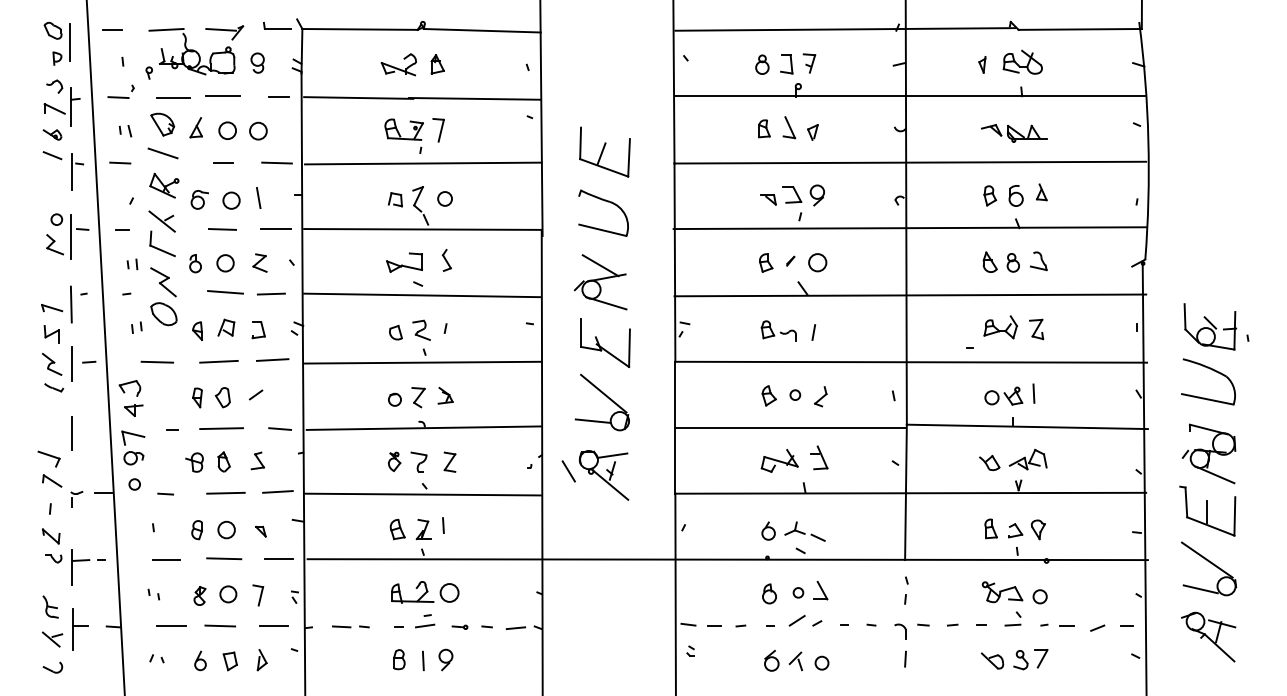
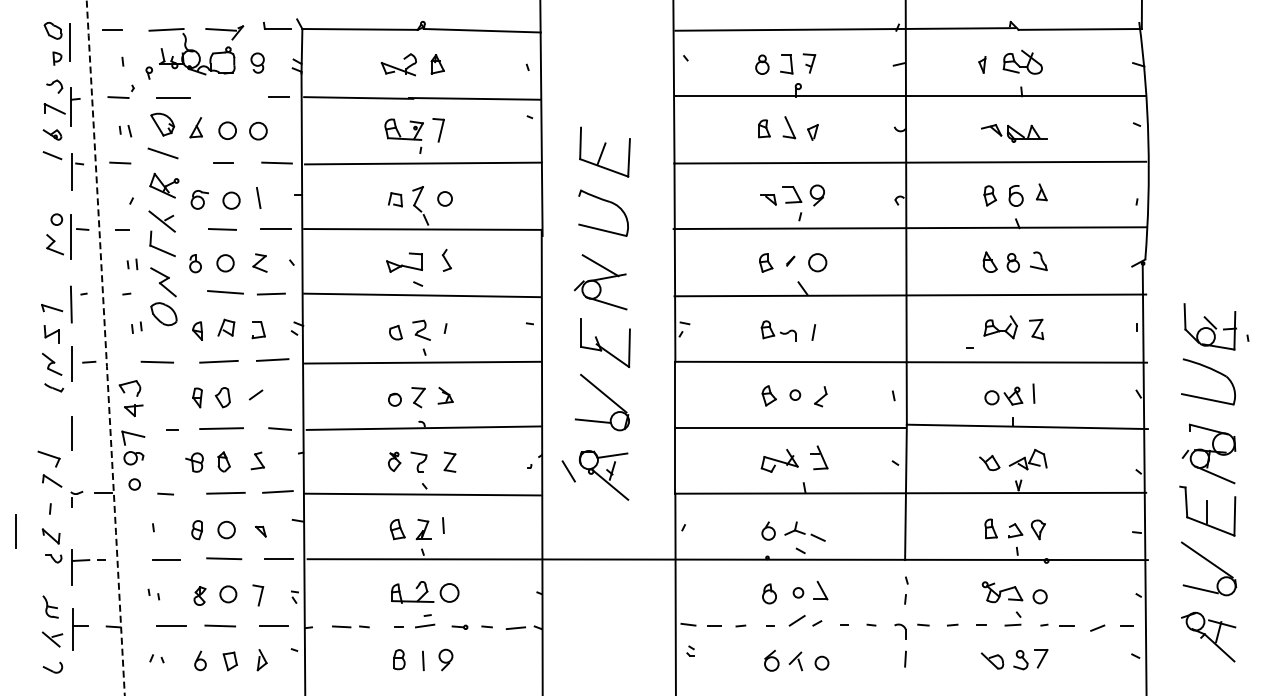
line at (222, 96): present -> none
arc at (105, 347): solid -> dashed
line at (15, 531): none -> present
